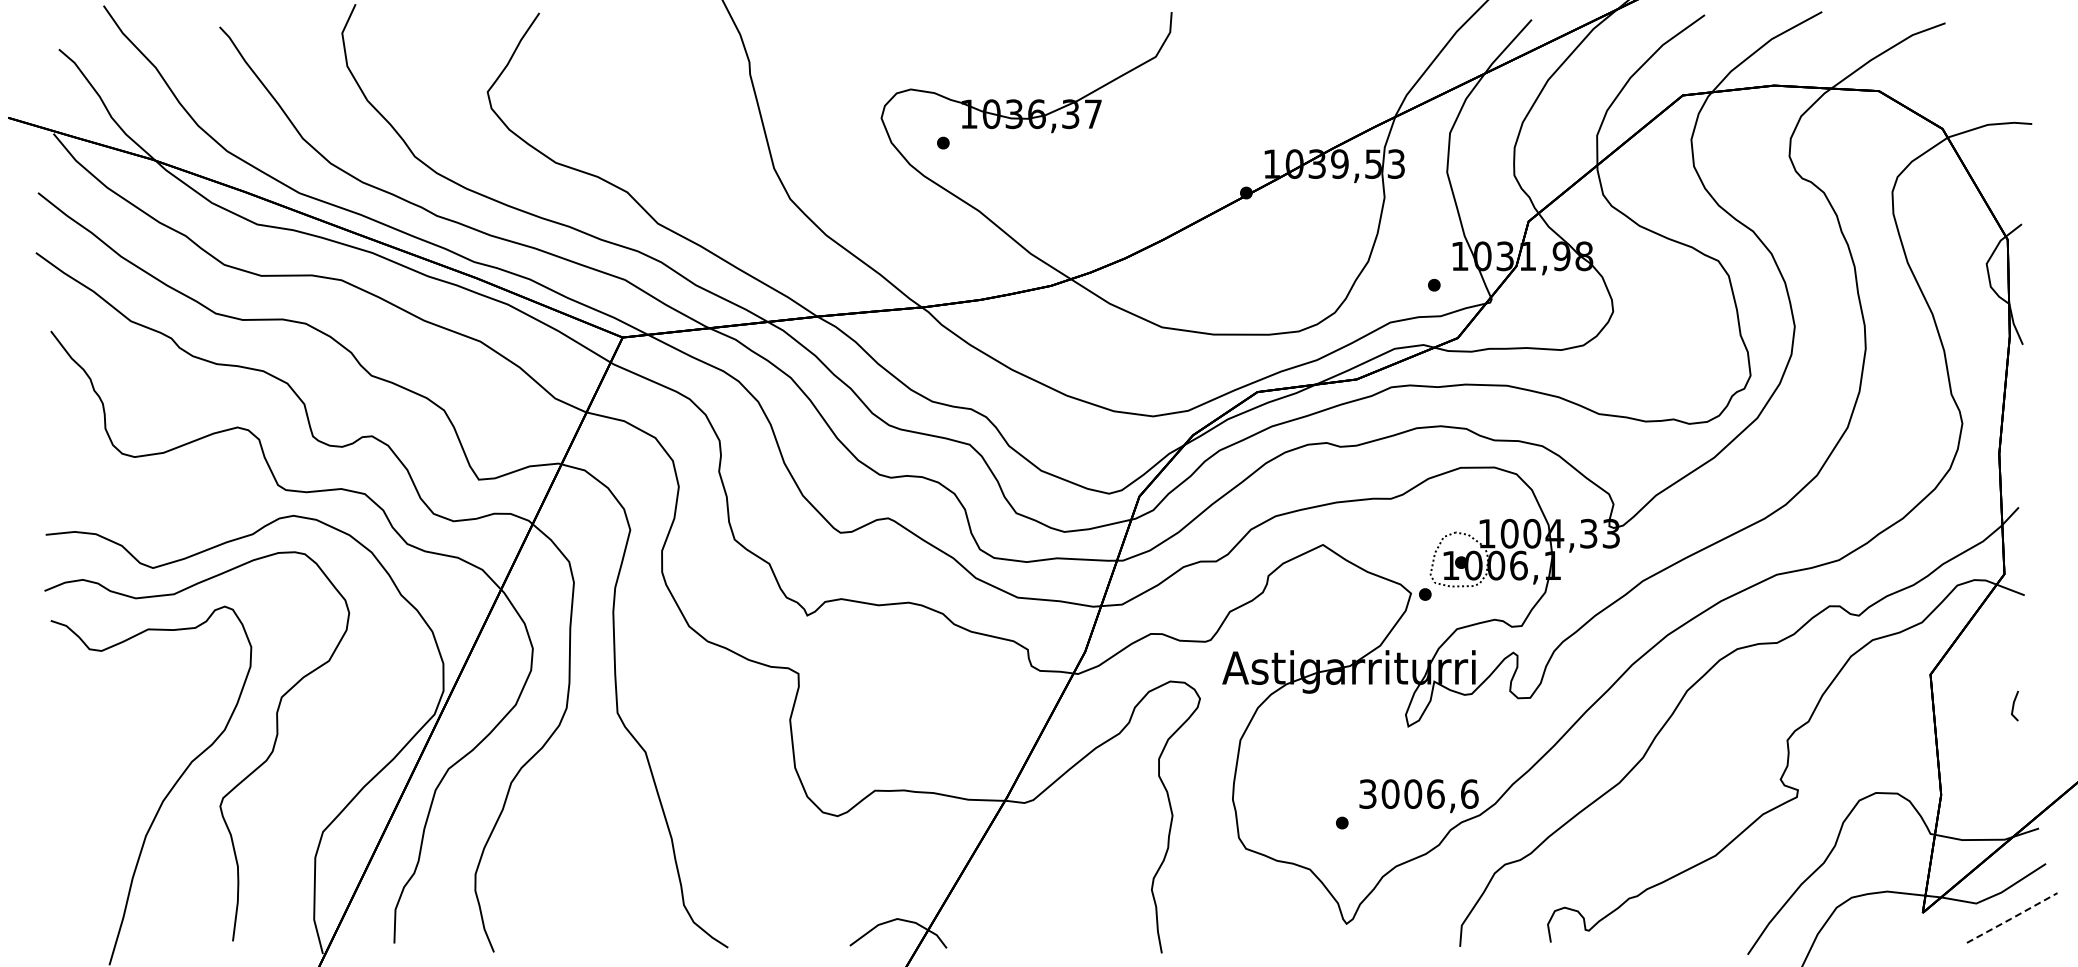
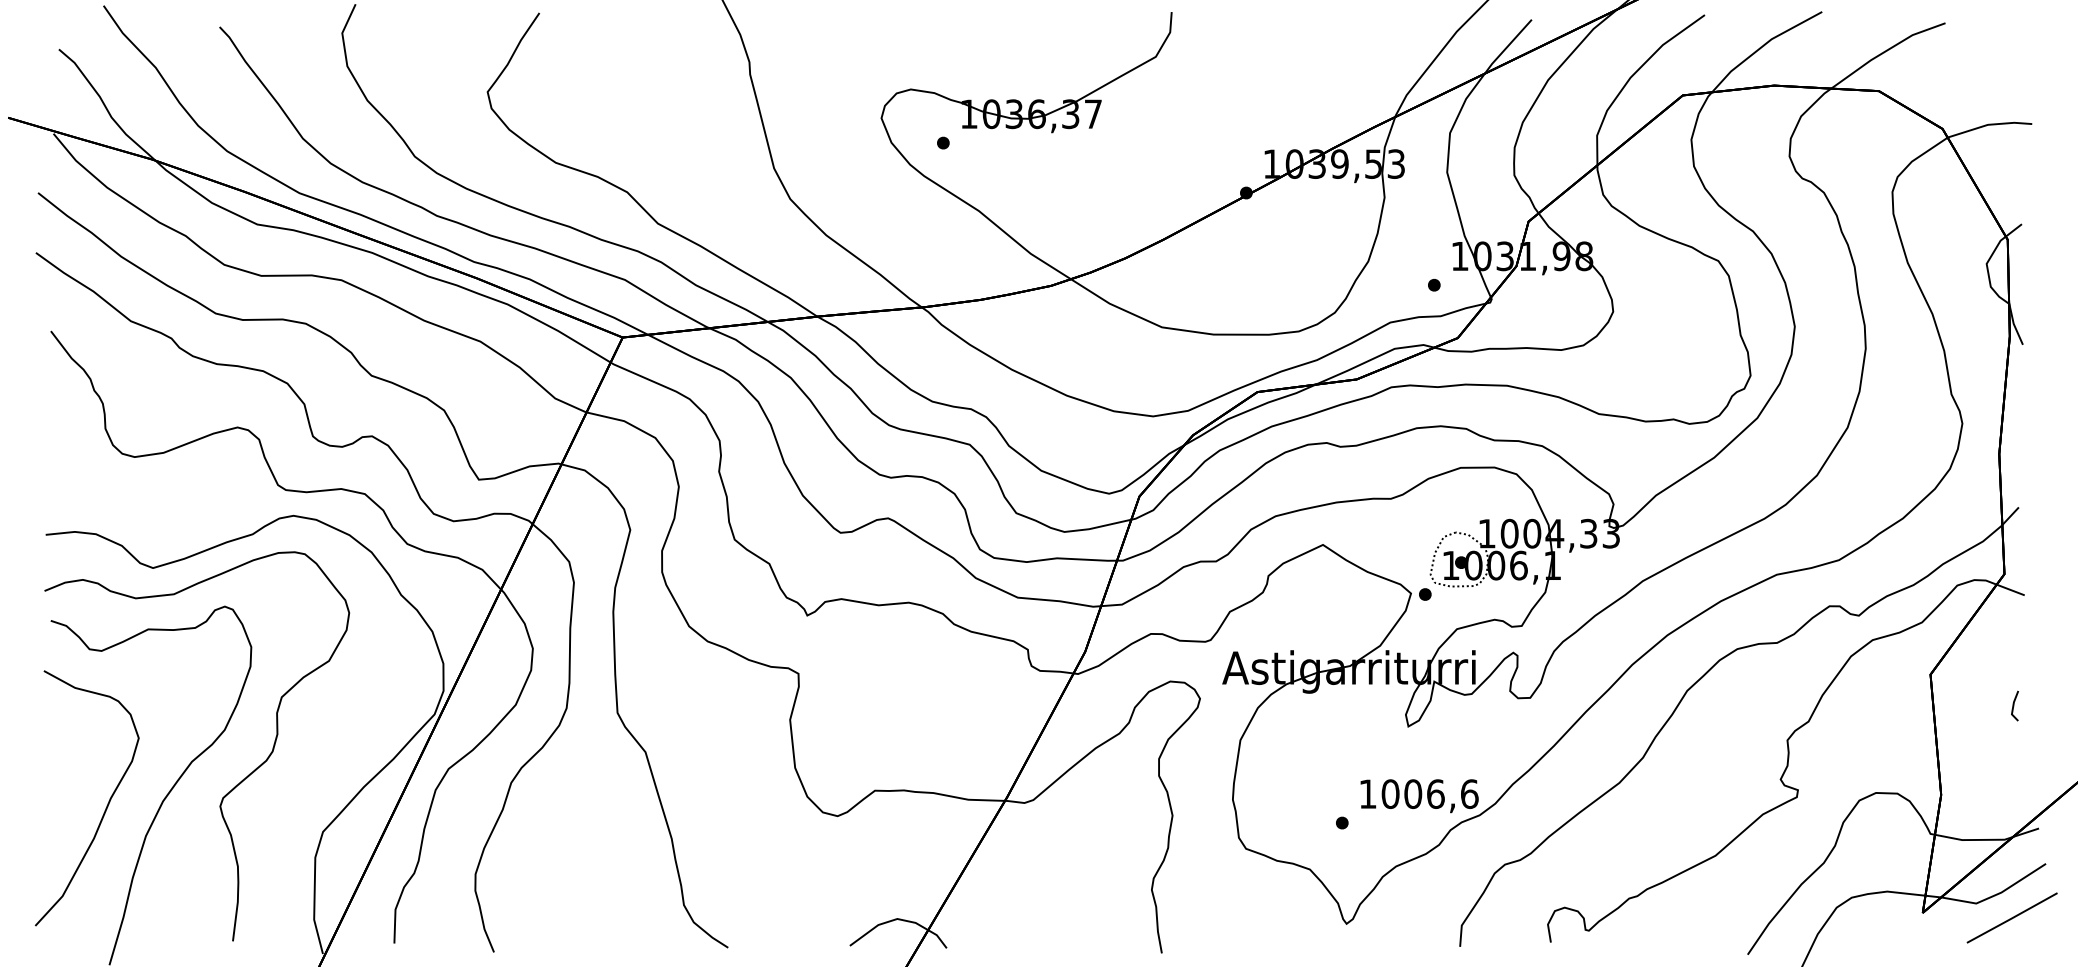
text at (1367, 794): 3006,6 -> 1006,6
curve at (106, 805): none -> present
line at (2011, 918): dashed -> solid
